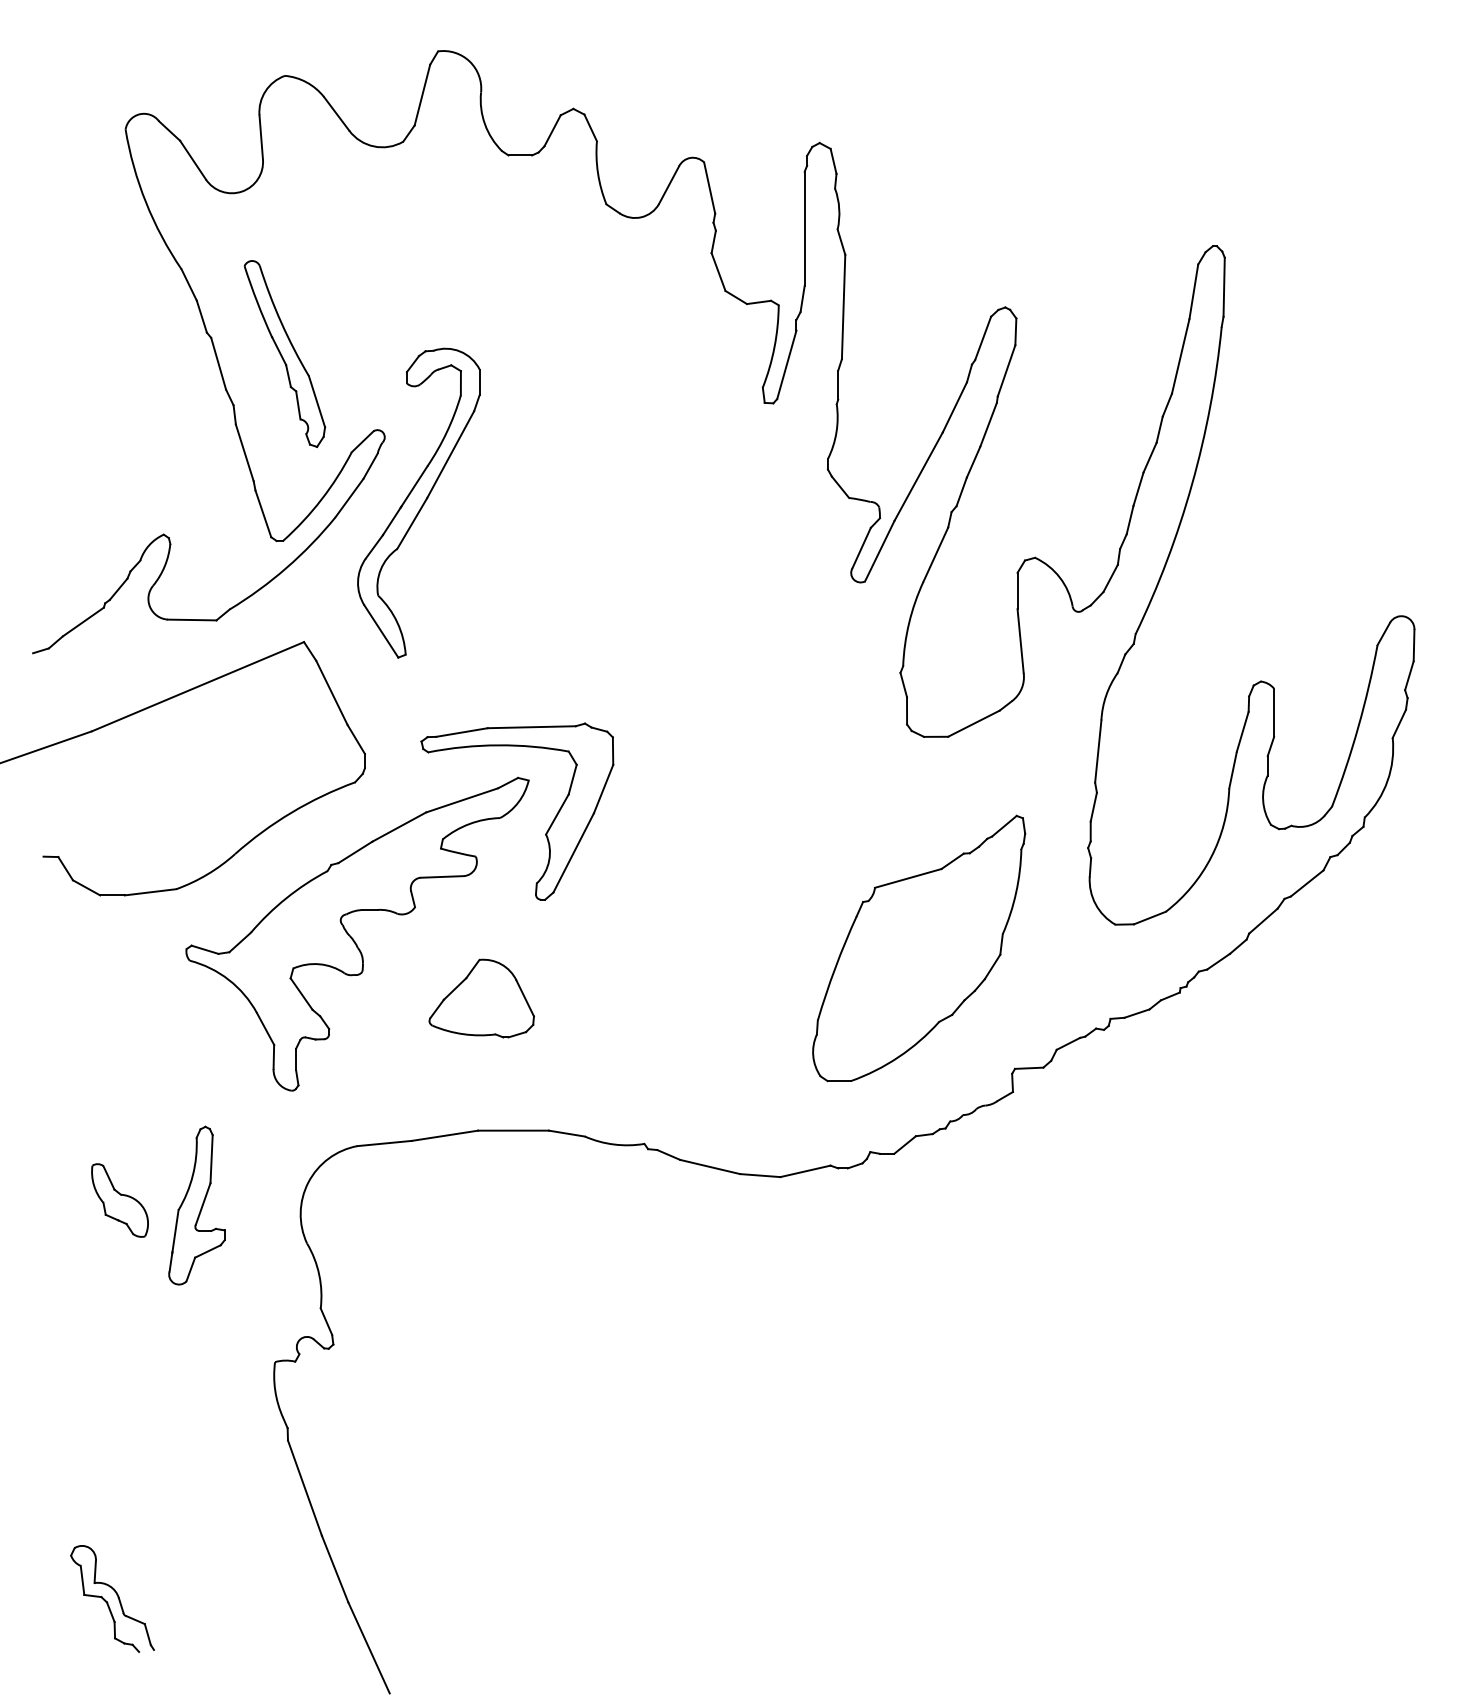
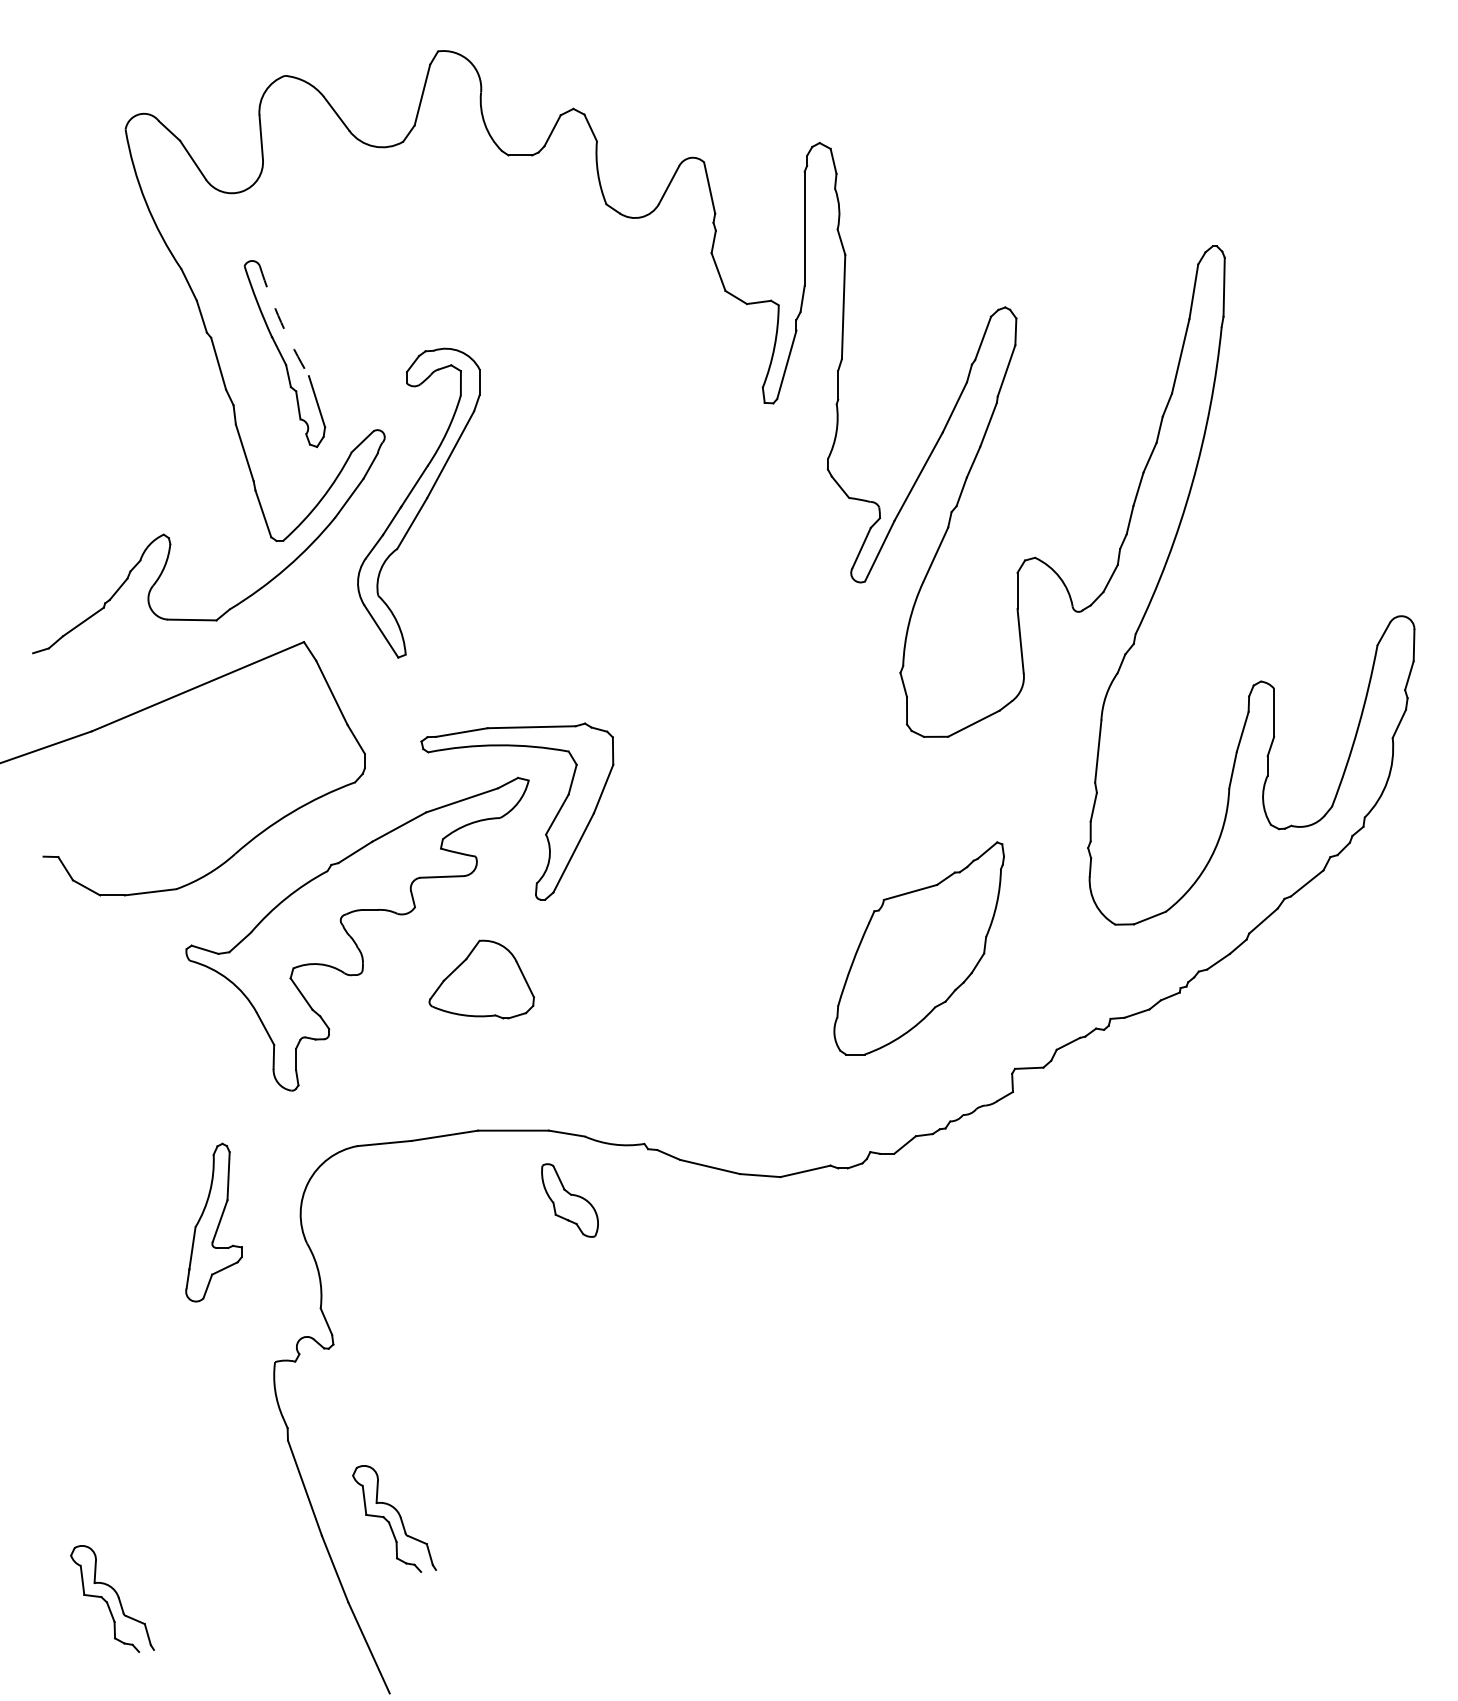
arc at (281, 322): solid -> dashed
part at (919, 948) size: 215x269 px -> 172x215 px
part at (481, 998) position: (481, 998) -> (481, 979)
part at (119, 1200) position: (119, 1200) -> (569, 1200)
part at (196, 1205) position: (196, 1205) -> (213, 1222)
part at (394, 1518): none -> present
